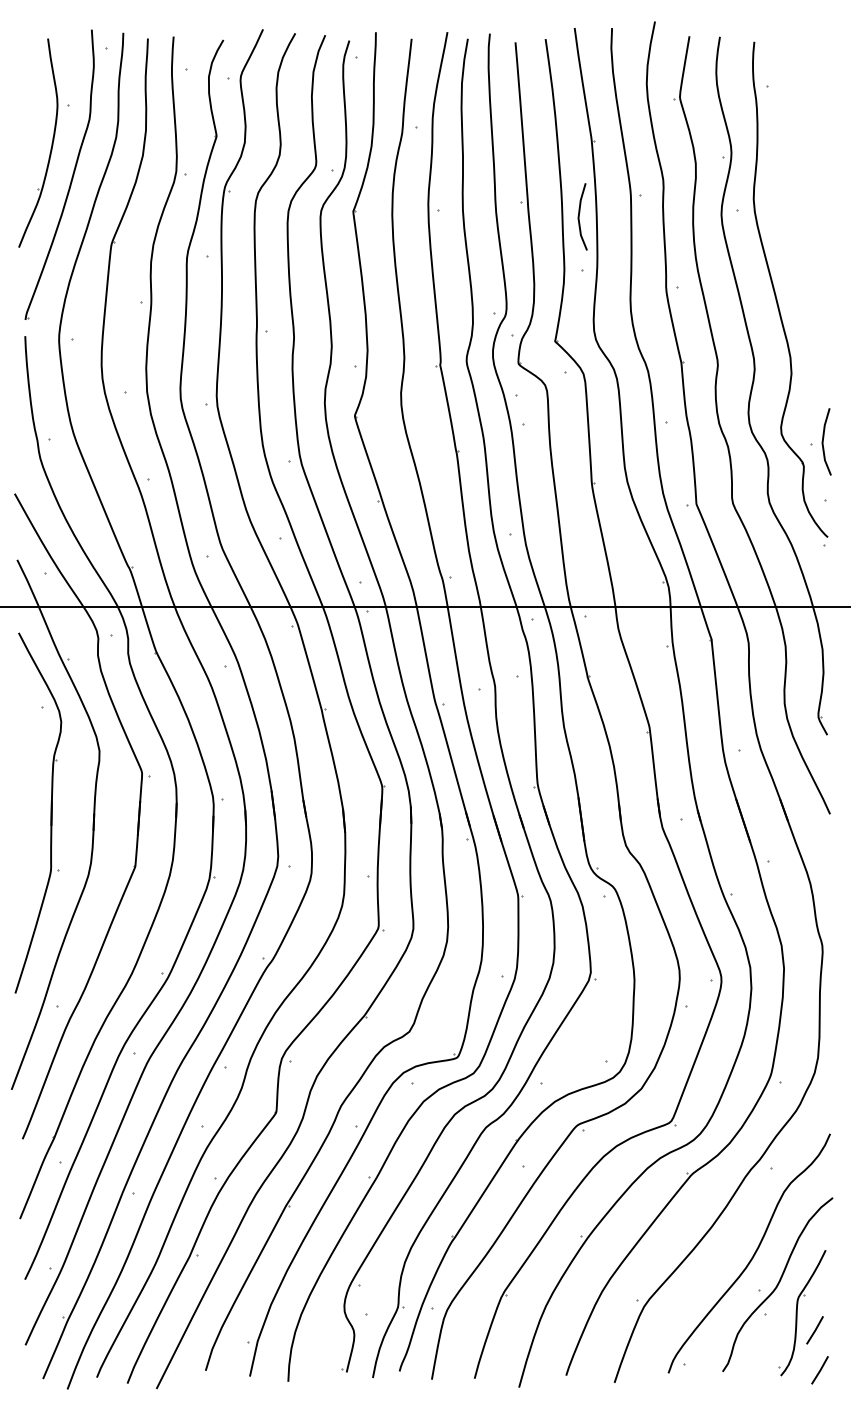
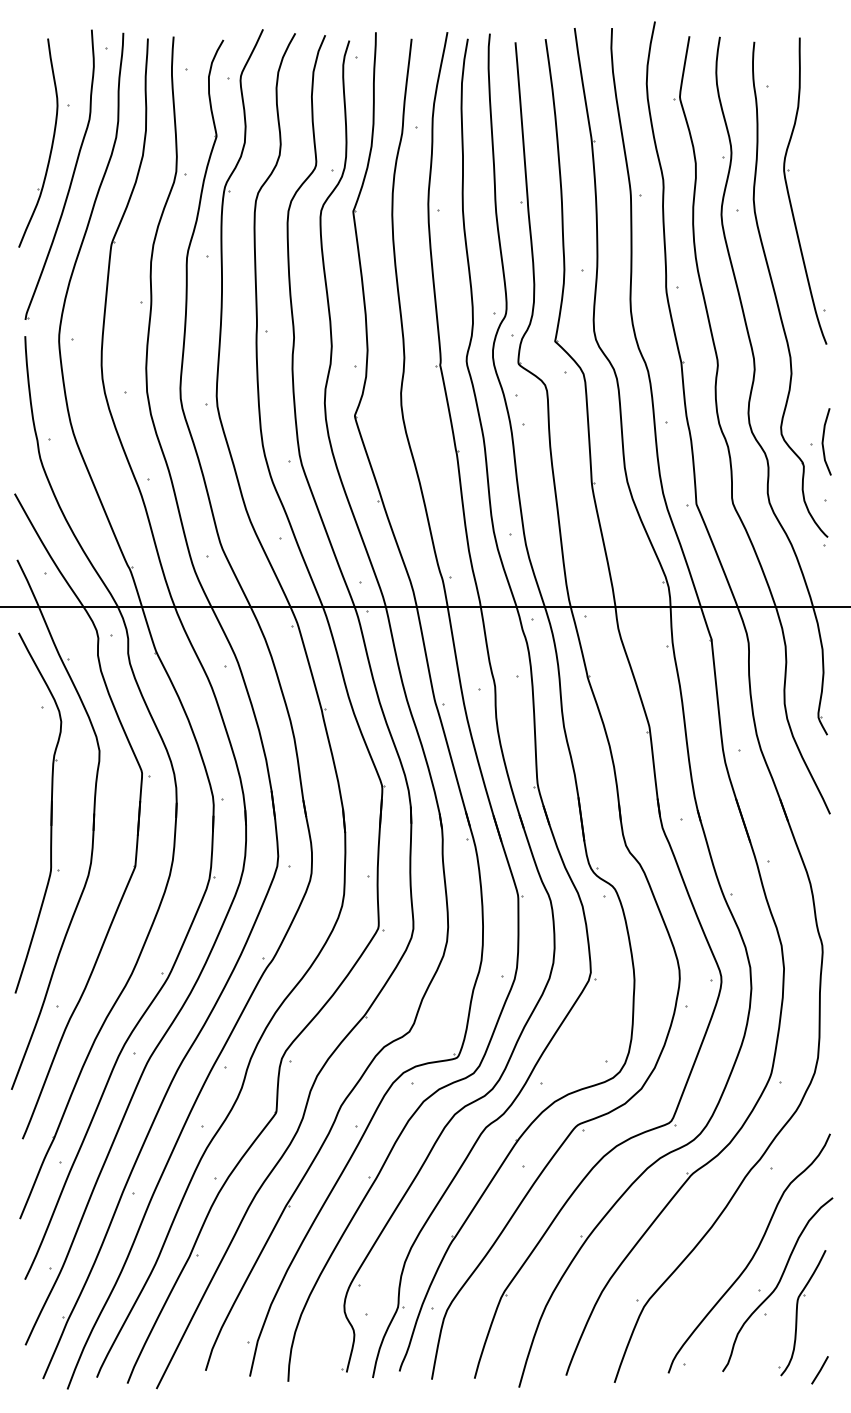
part at (789, 193): none -> present
line at (579, 216): present -> none
line at (814, 1330): present -> none
